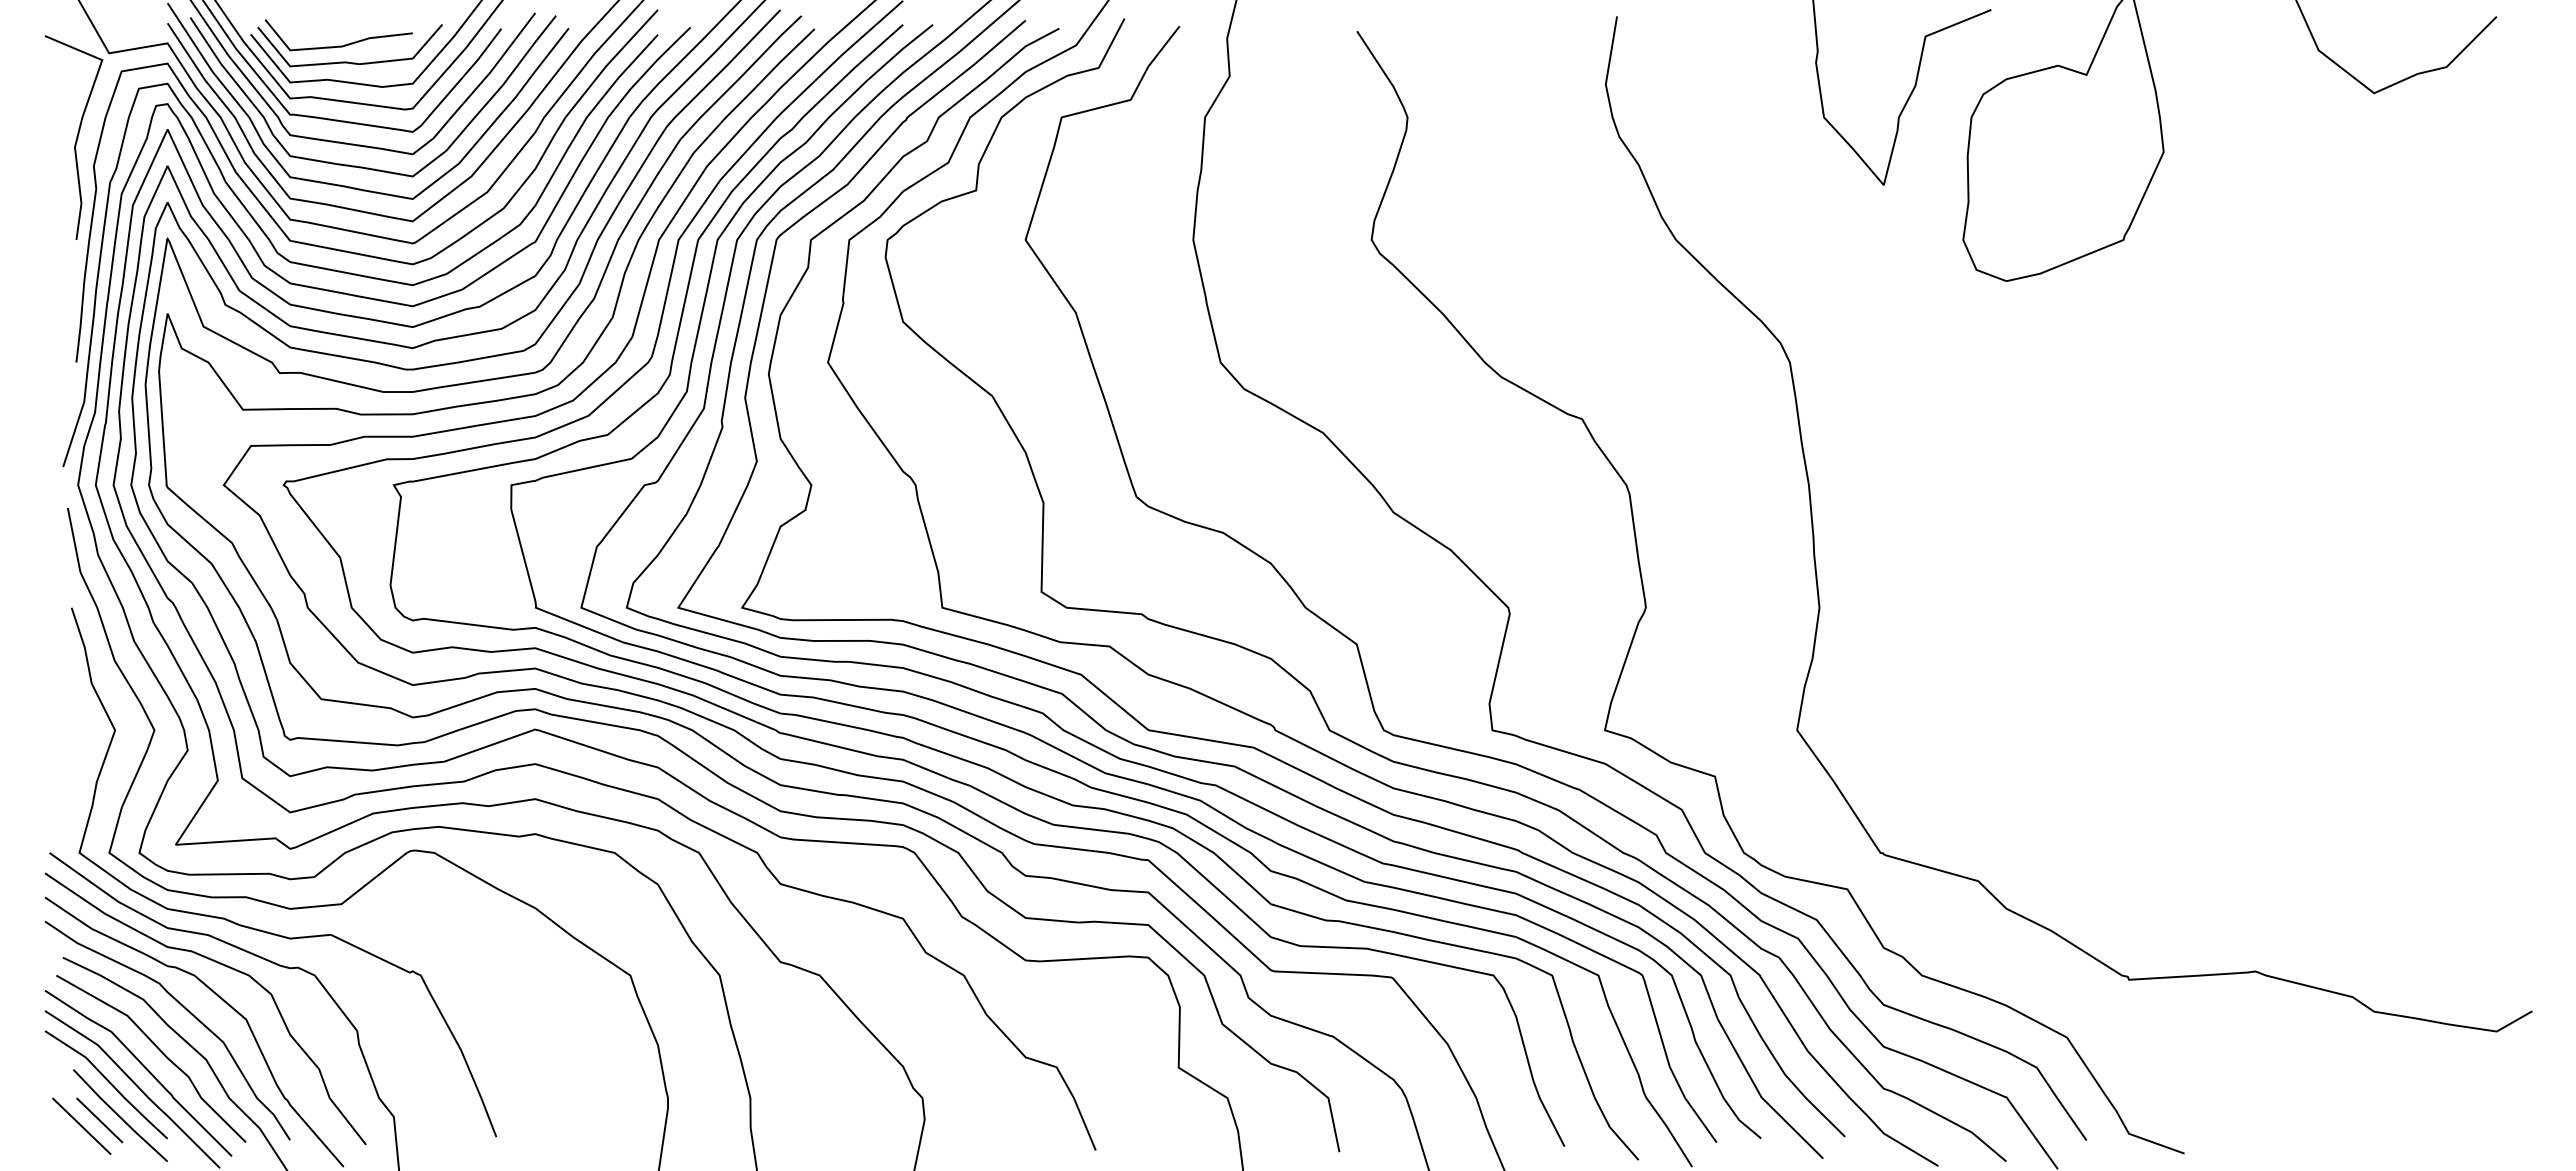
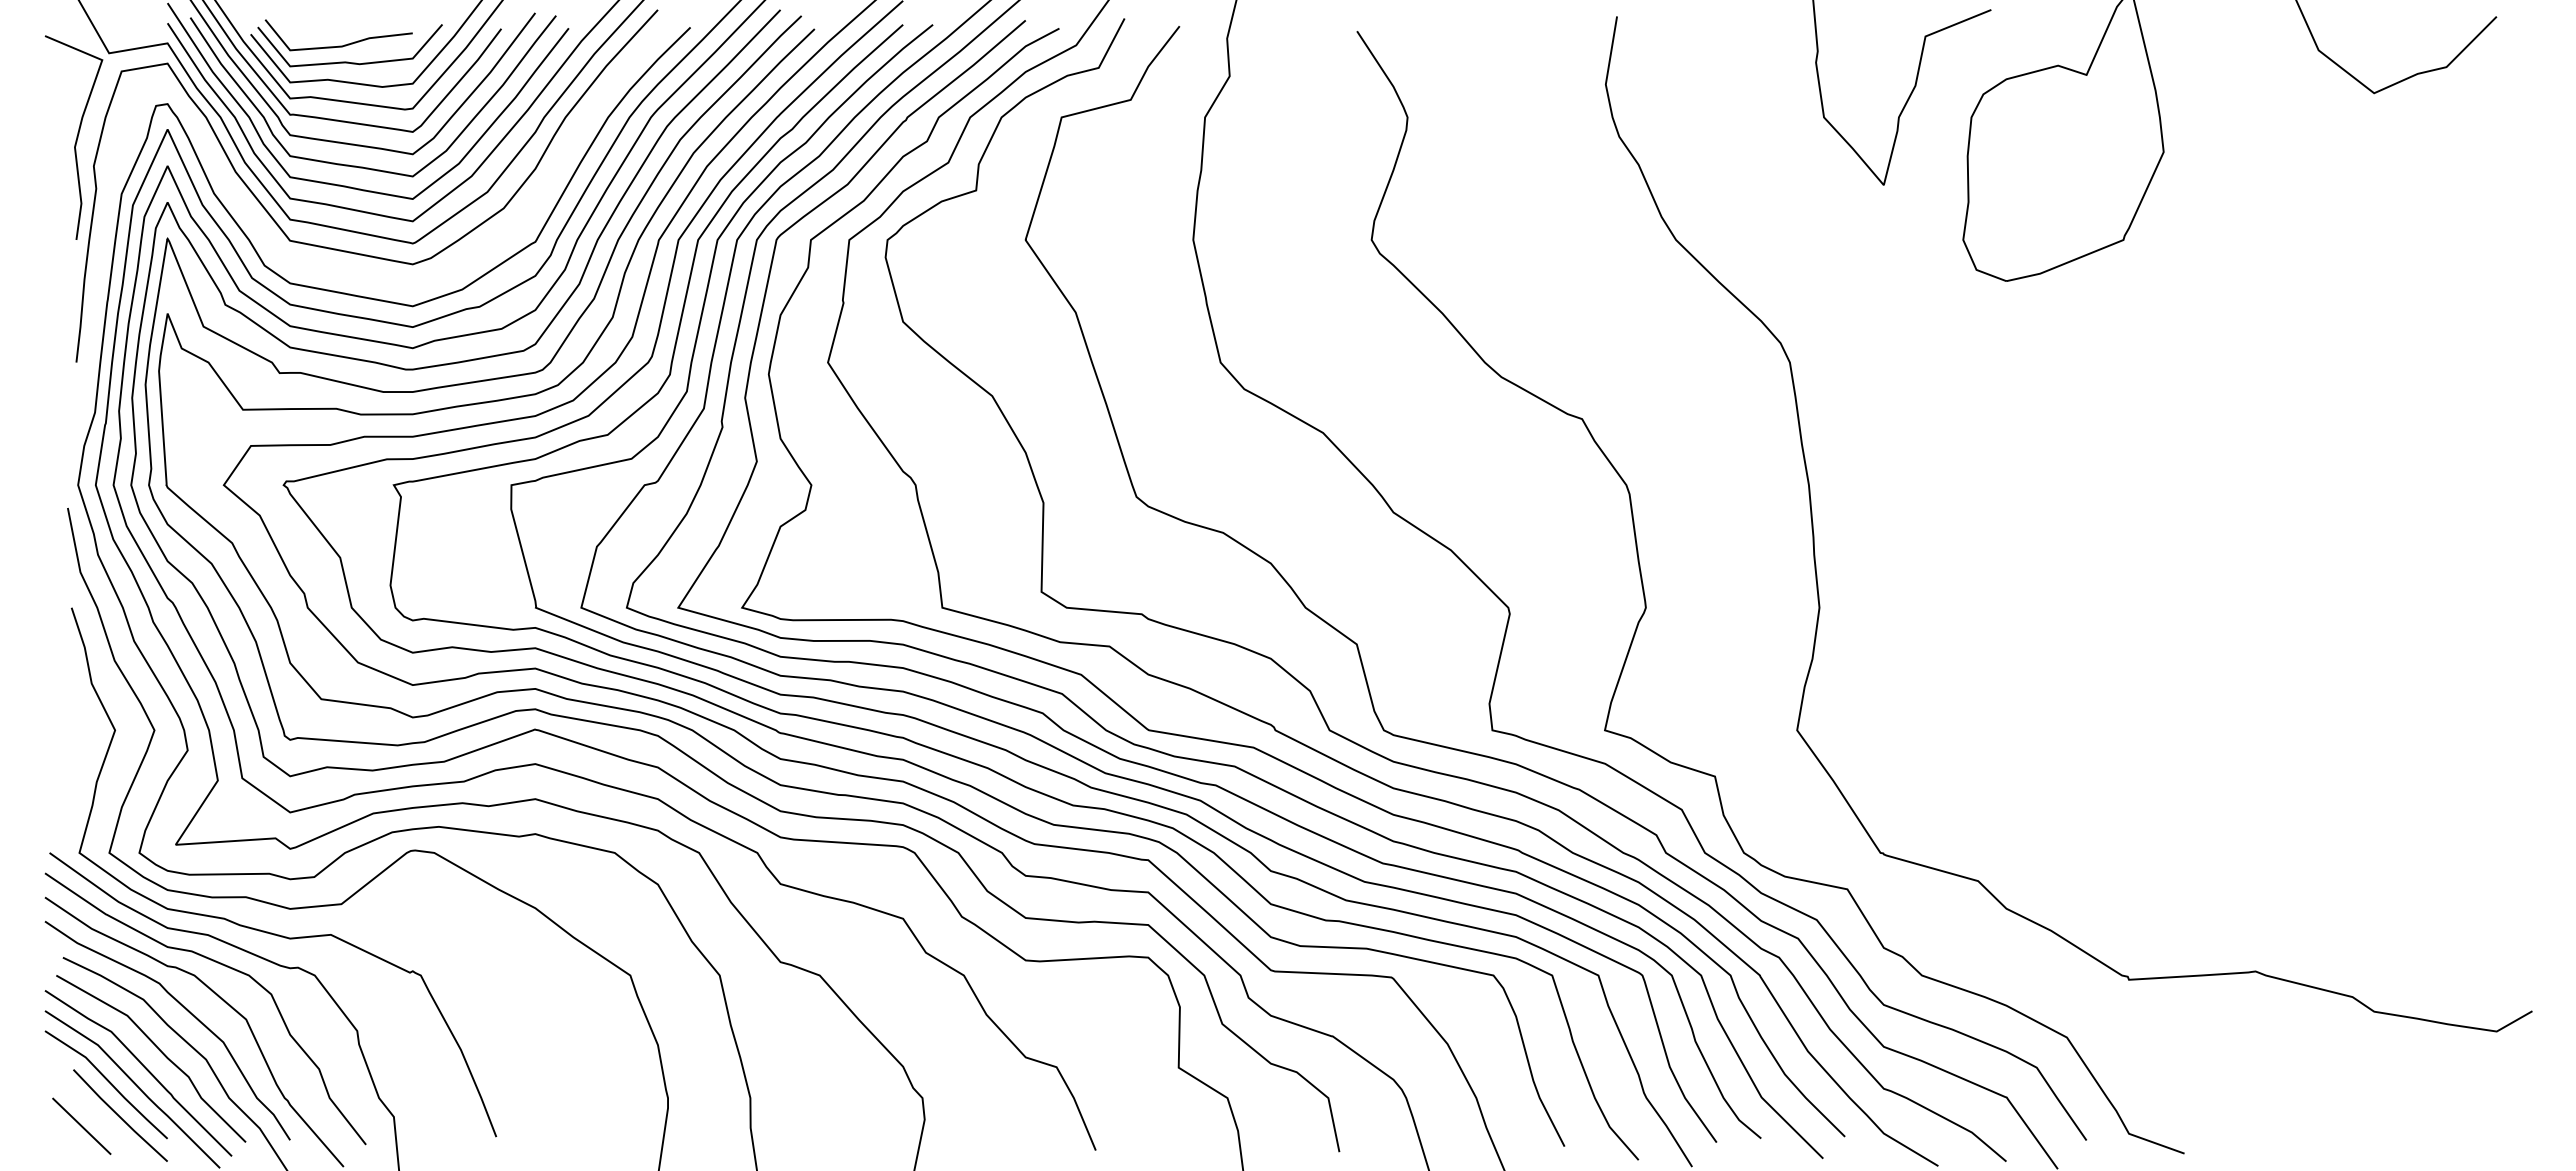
curve at (356, 273): present -> none
line at (99, 1120): present -> none
